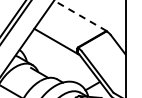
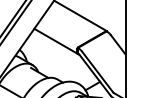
line at (80, 15): dashed -> solid
